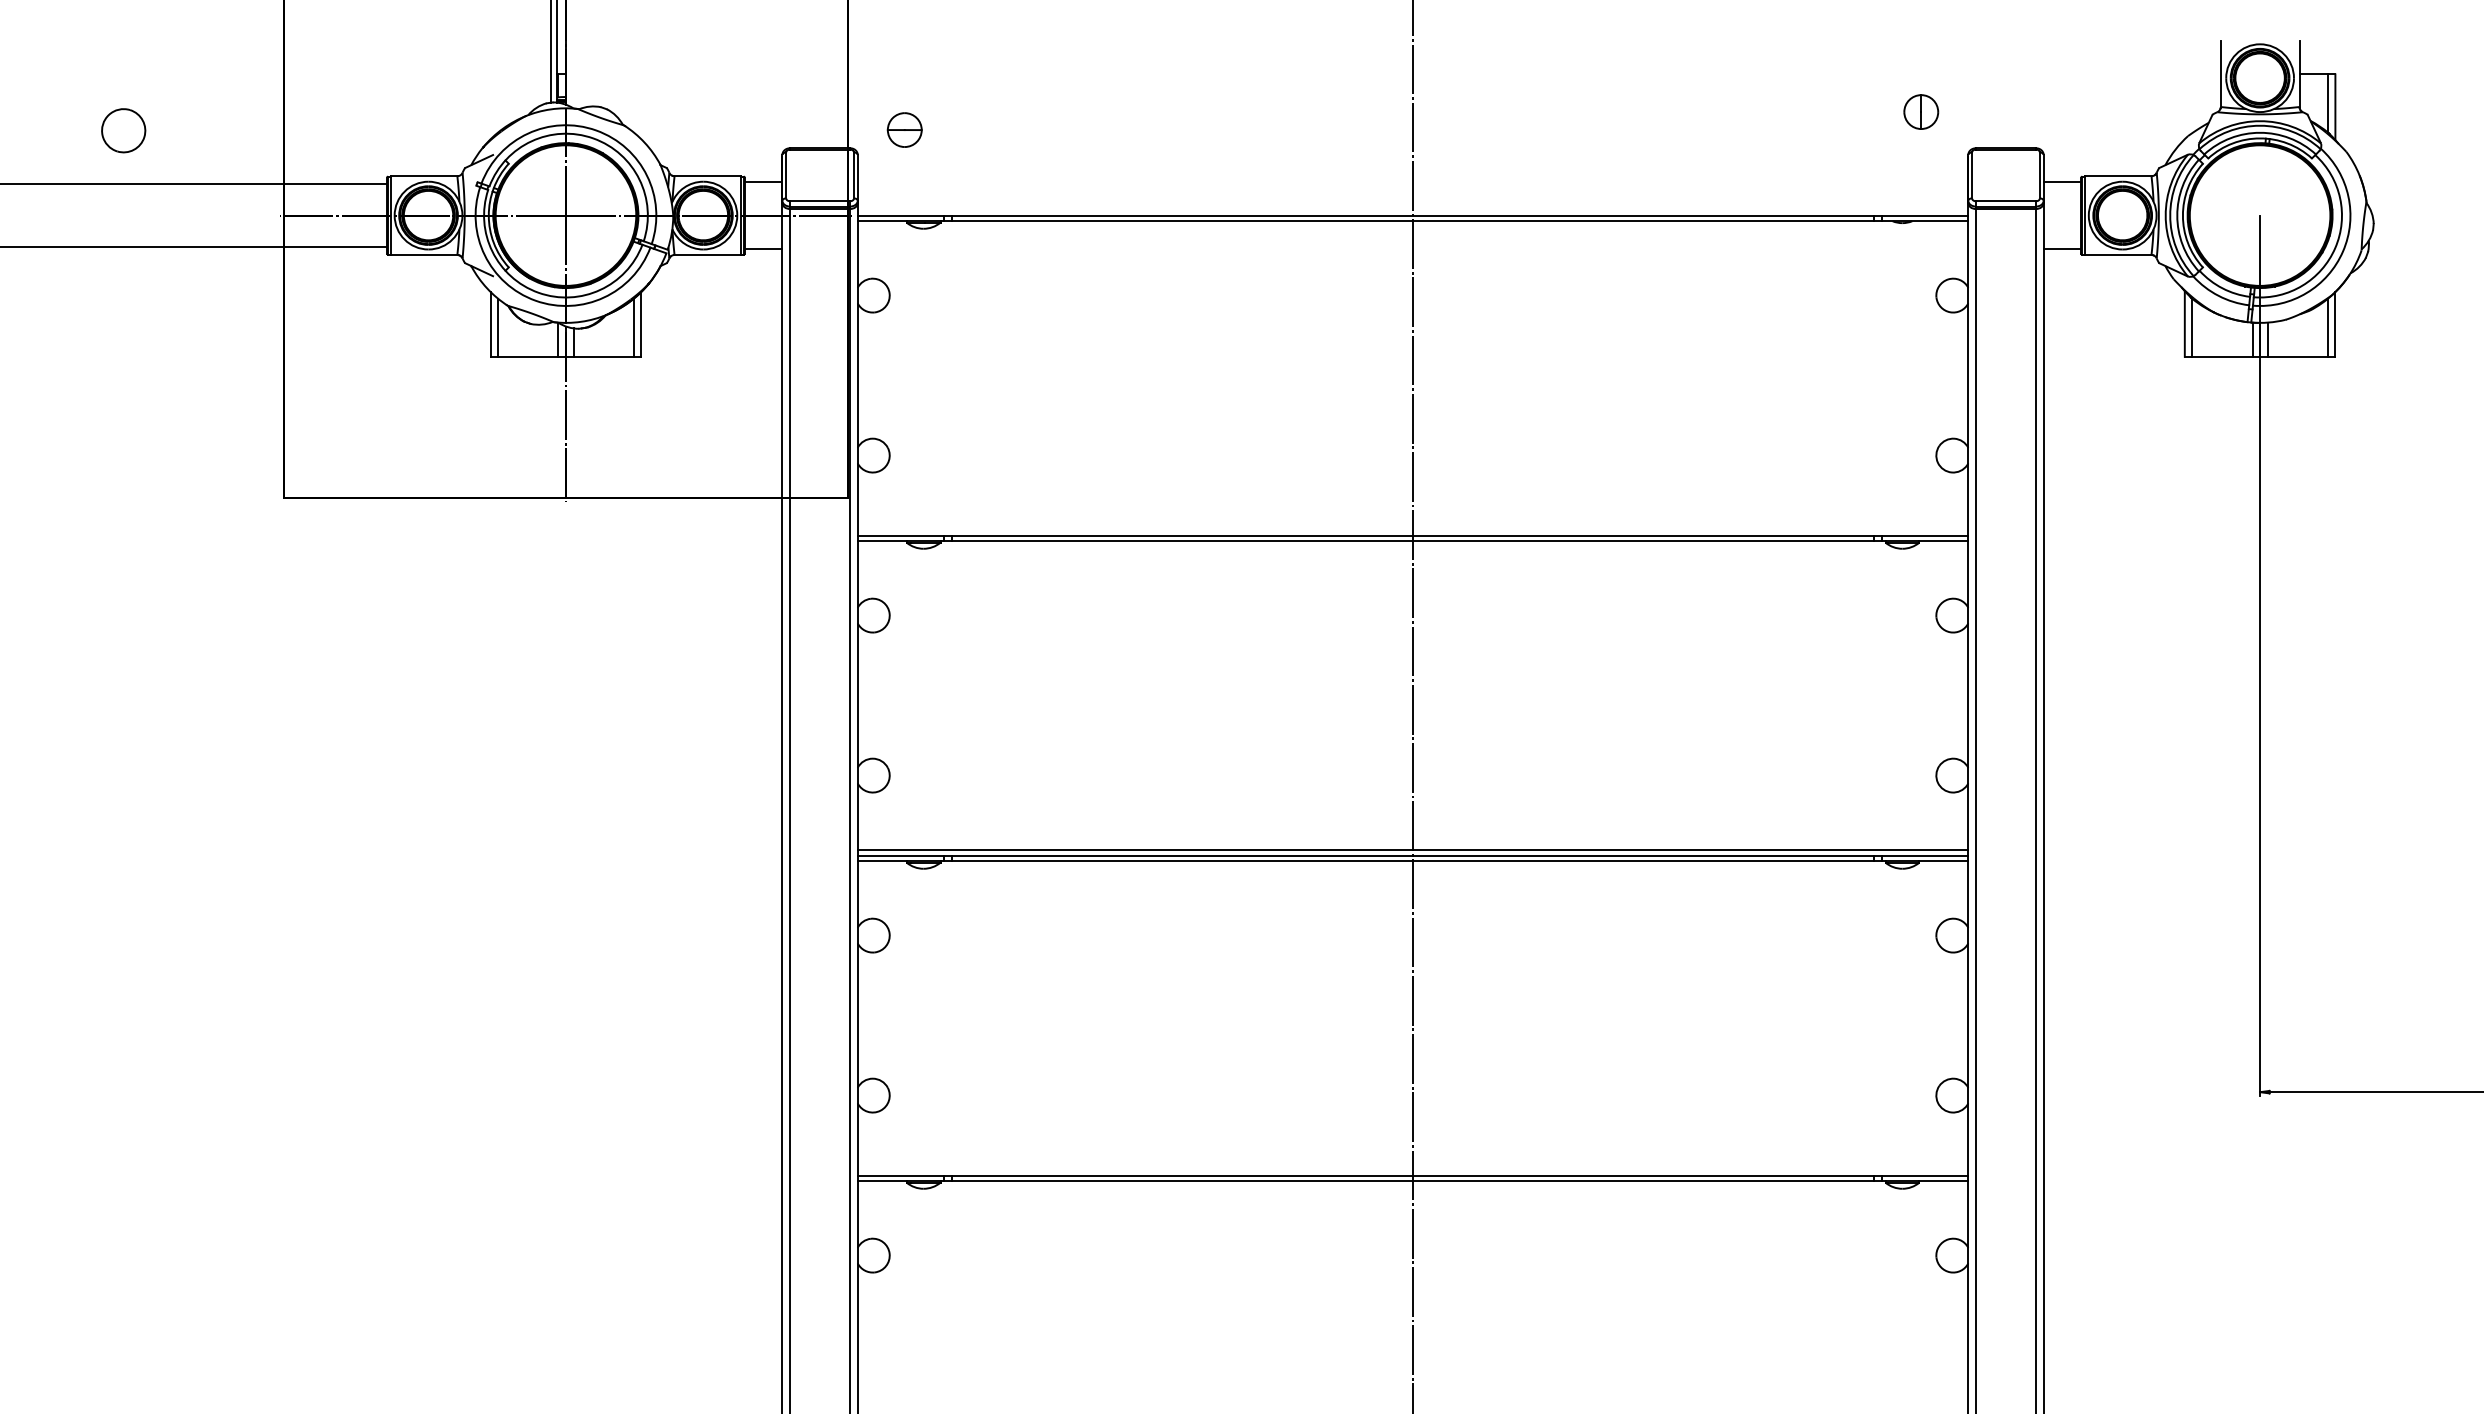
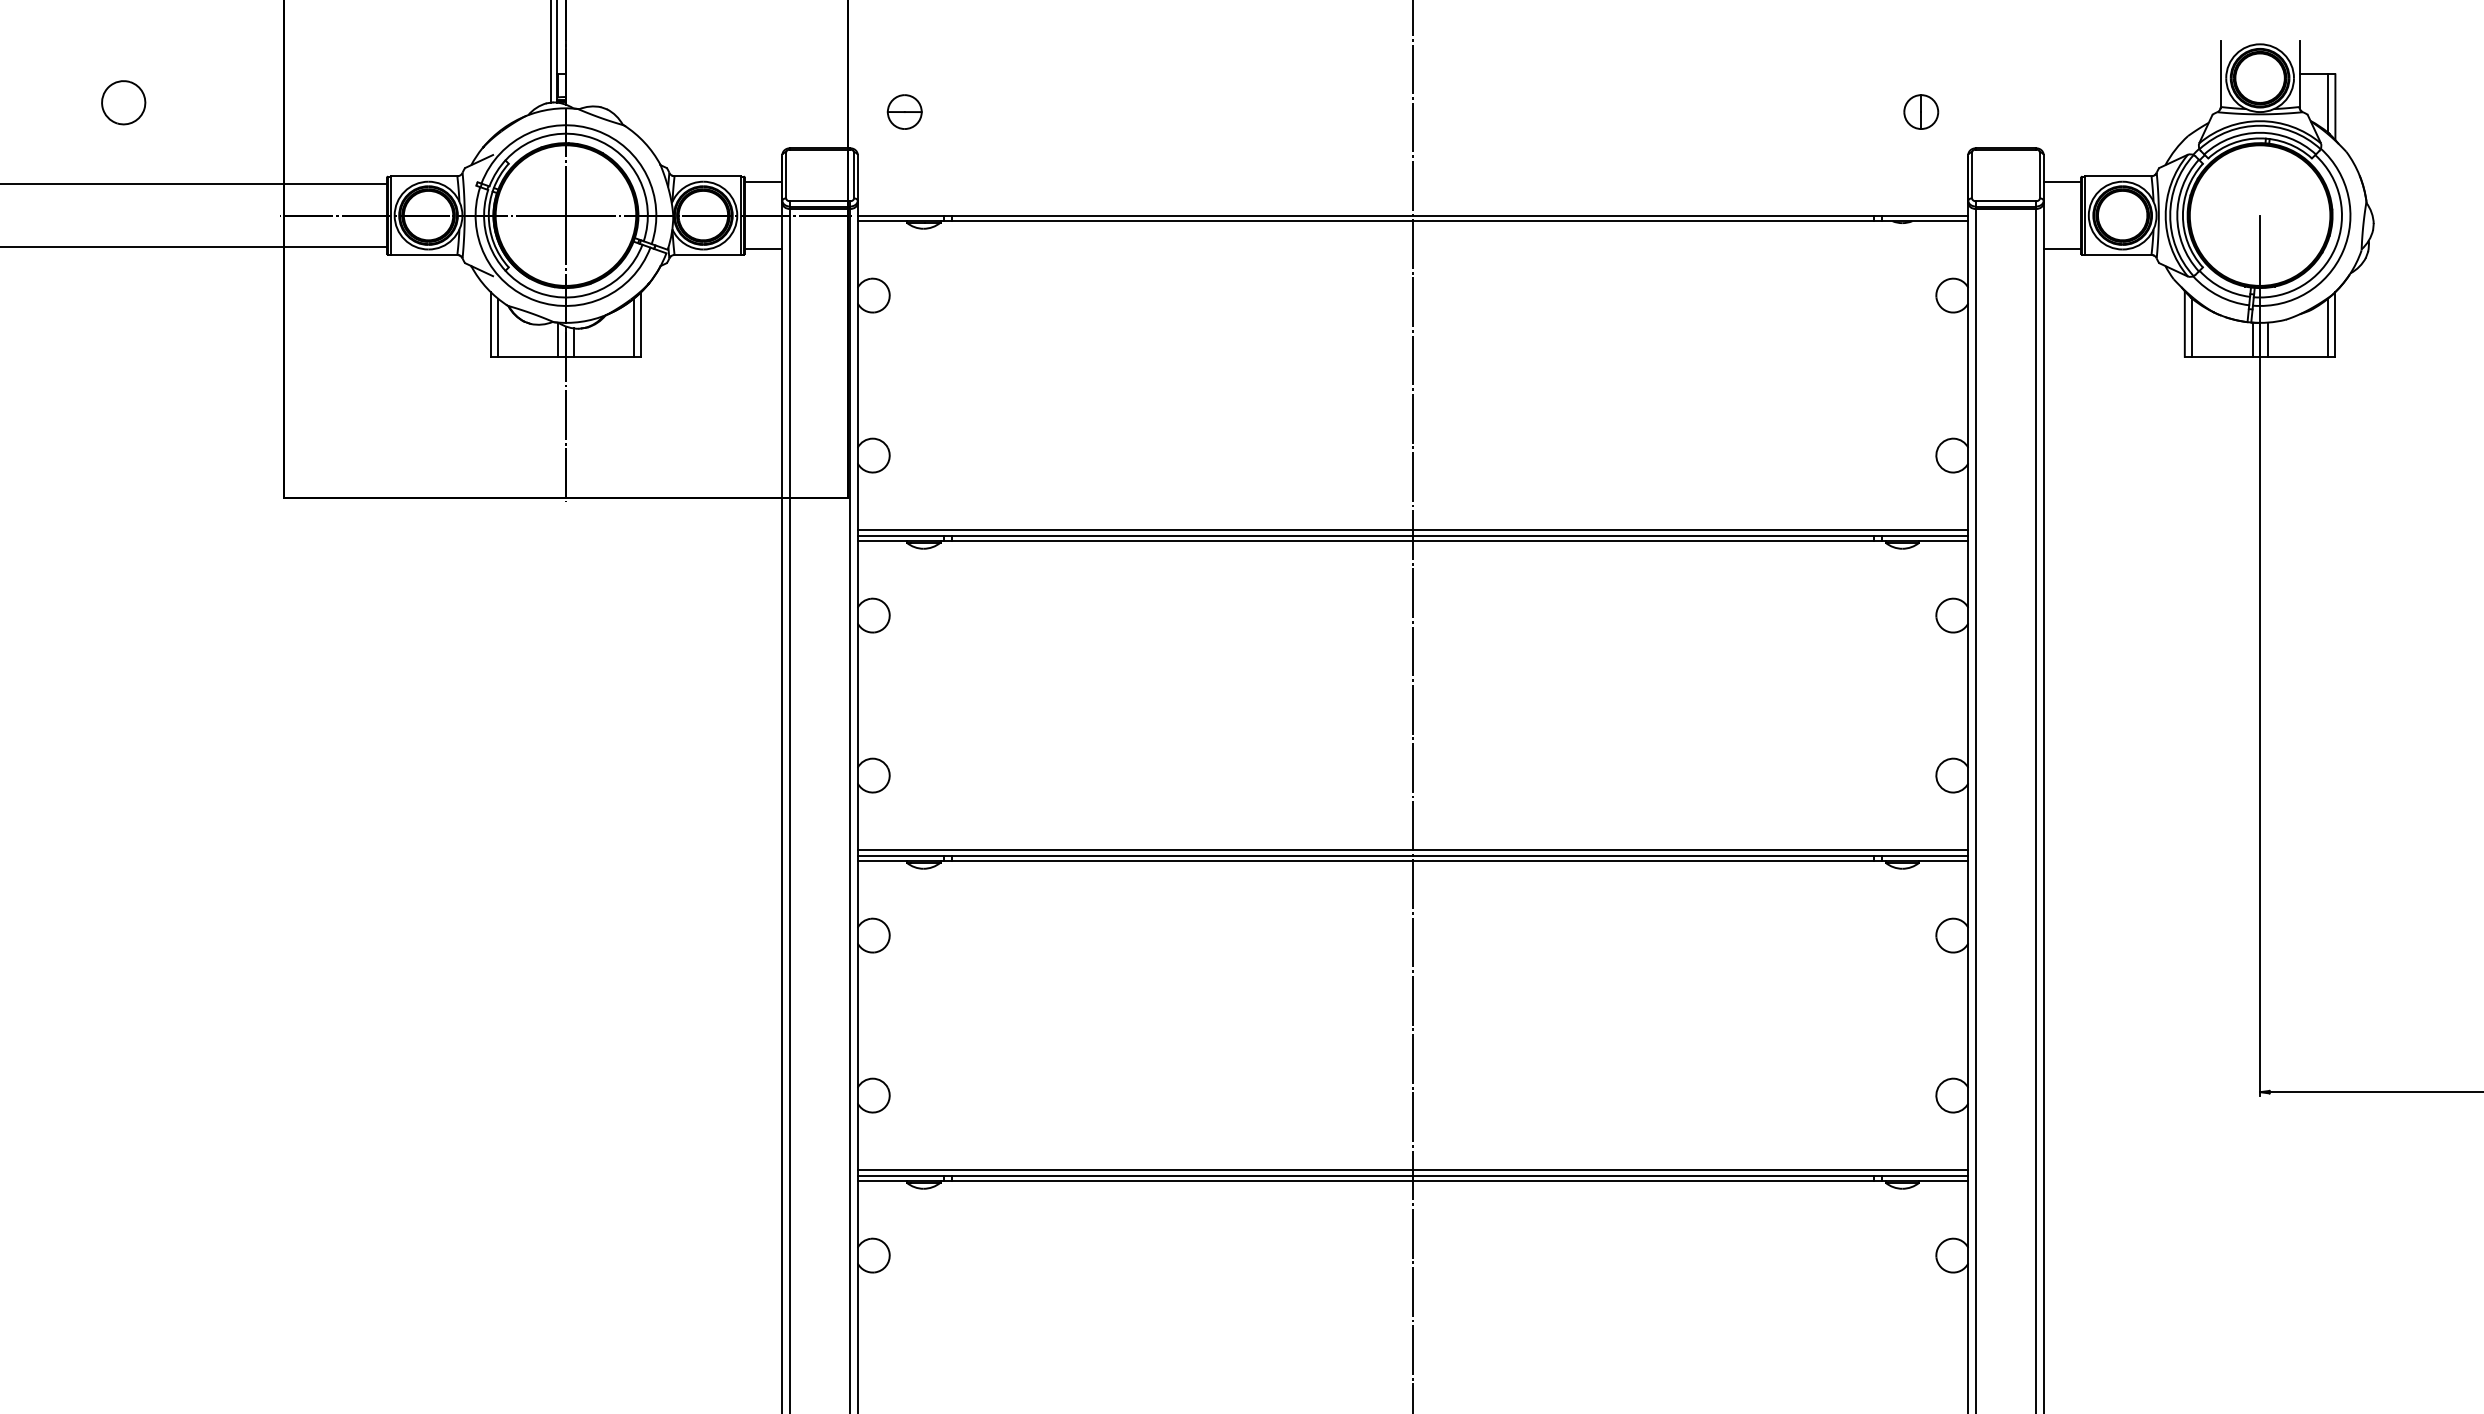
part at (904, 129) position: (904, 129) -> (904, 111)
part at (123, 130) position: (123, 130) -> (123, 102)
line at (1412, 529): none -> present
line at (1412, 1169): none -> present
